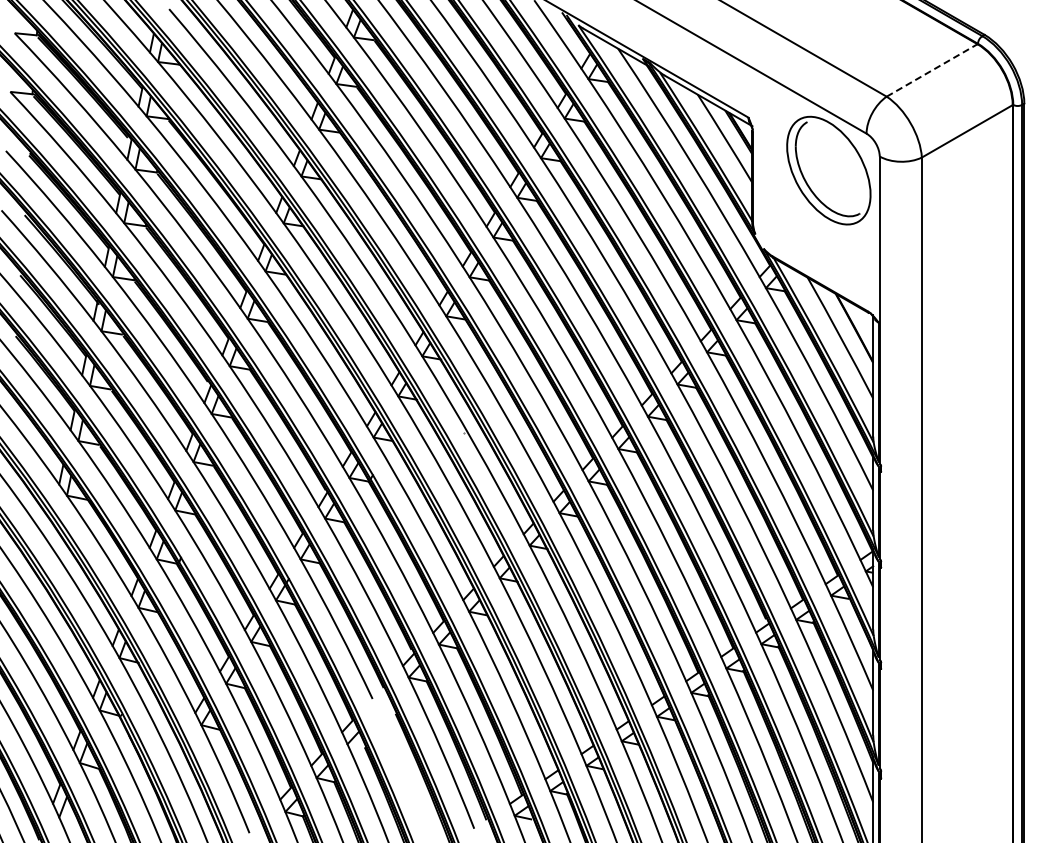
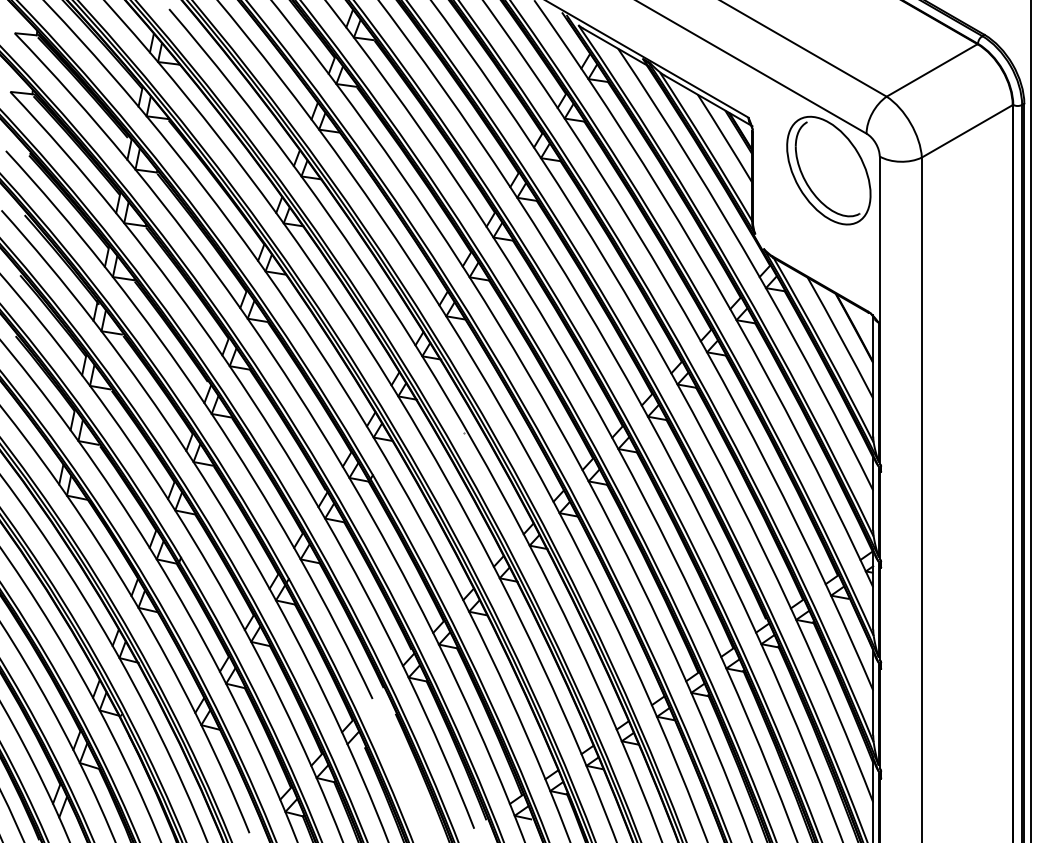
line at (932, 70): dashed -> solid
line at (1030, 420): none -> present
